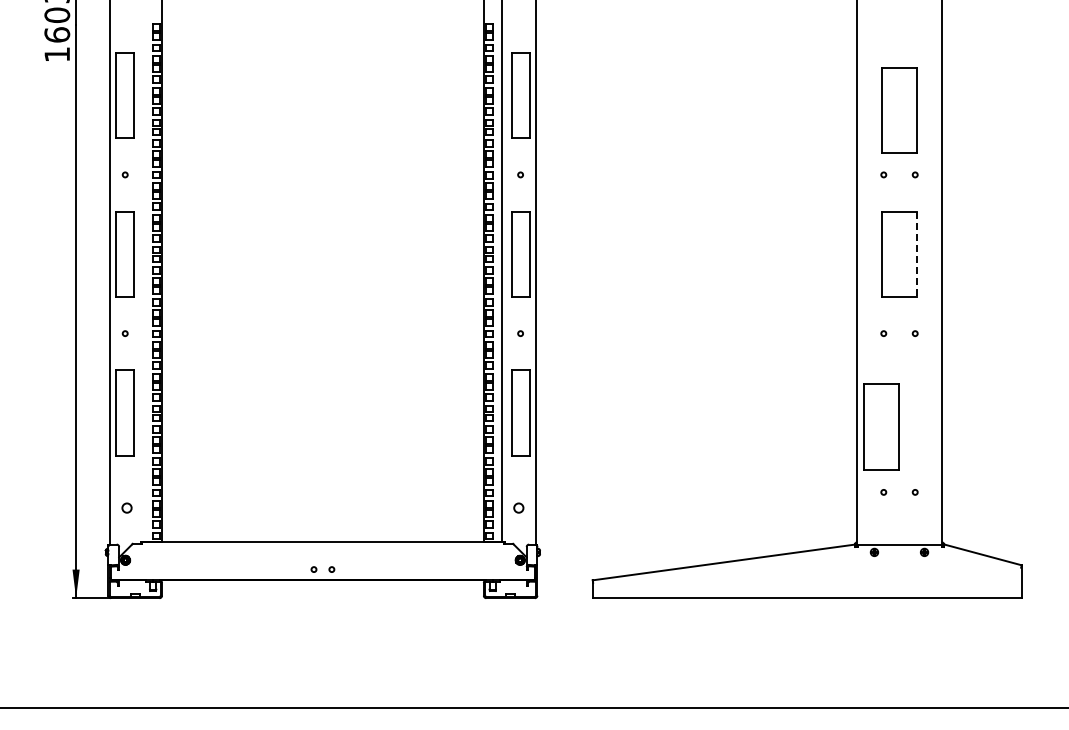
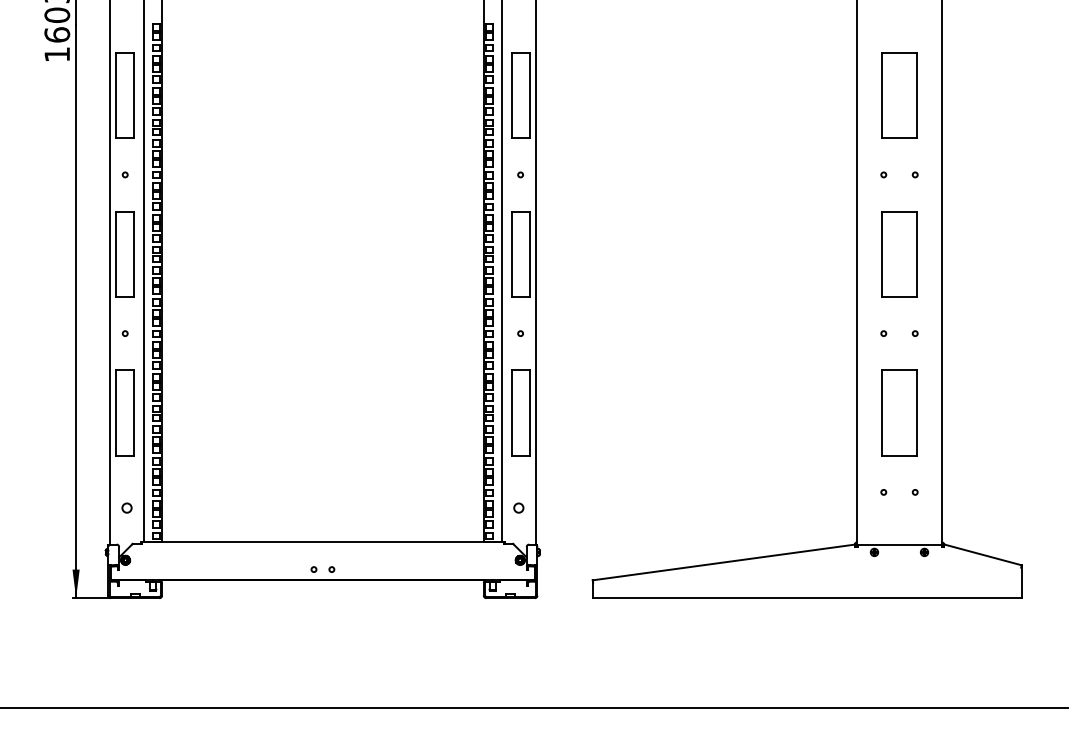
part at (899, 110) position: (899, 110) -> (899, 95)
line at (917, 254): dashed -> solid
line at (144, 271): none -> present
part at (881, 426) position: (881, 426) -> (899, 412)
